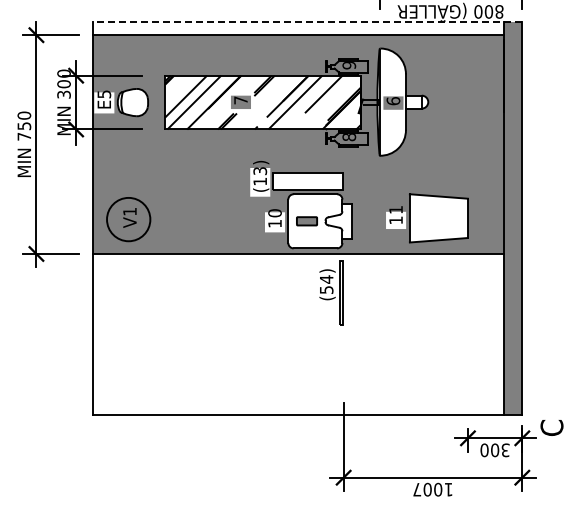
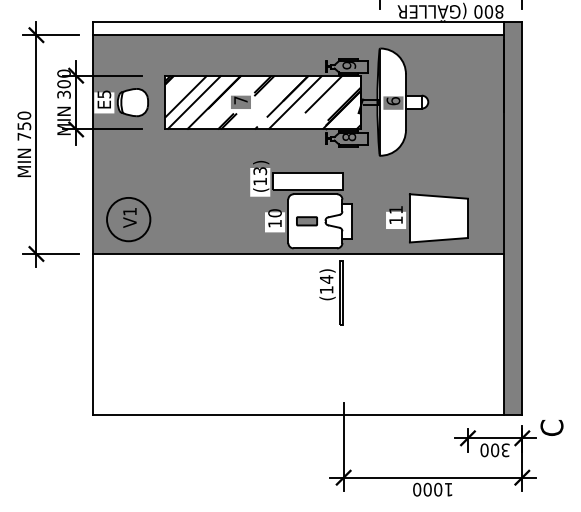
line at (306, 22): dashed -> solid
text at (326, 289): (54) -> (14)
text at (417, 489): 1007 -> 1000
